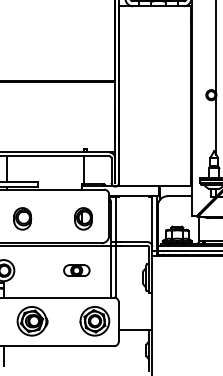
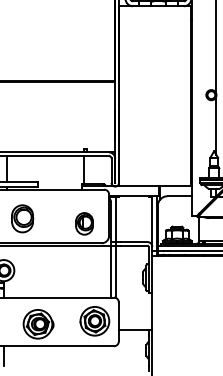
part at (22, 218) size: 20x24 px -> 24x30 px
part at (83, 218) position: (83, 218) -> (84, 223)
part at (76, 270): present -> none
part at (32, 321) position: (32, 321) -> (38, 324)
